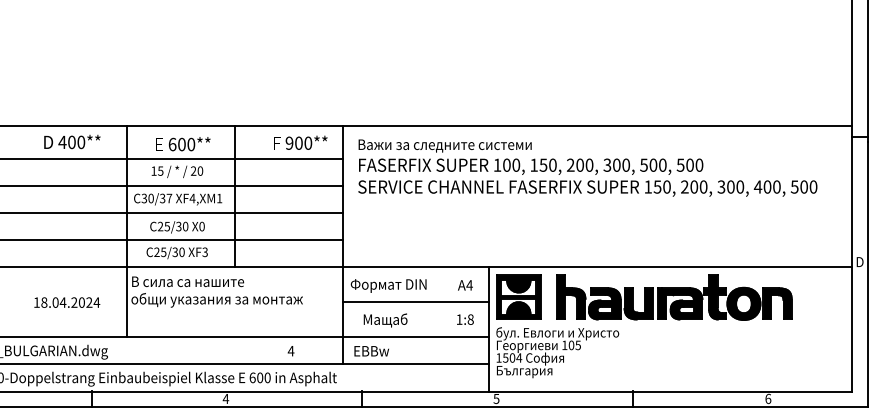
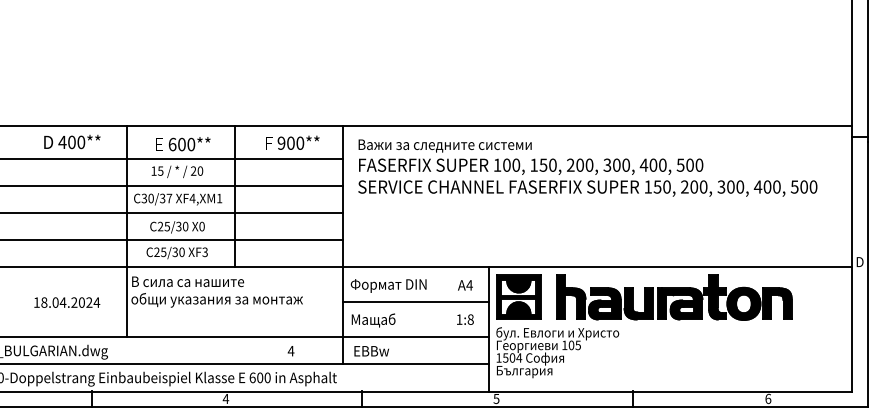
text at (300, 142) position: (300, 142) -> (292, 142)
text at (643, 164): 500, -> 400,
text at (385, 320) position: (385, 320) -> (373, 320)
